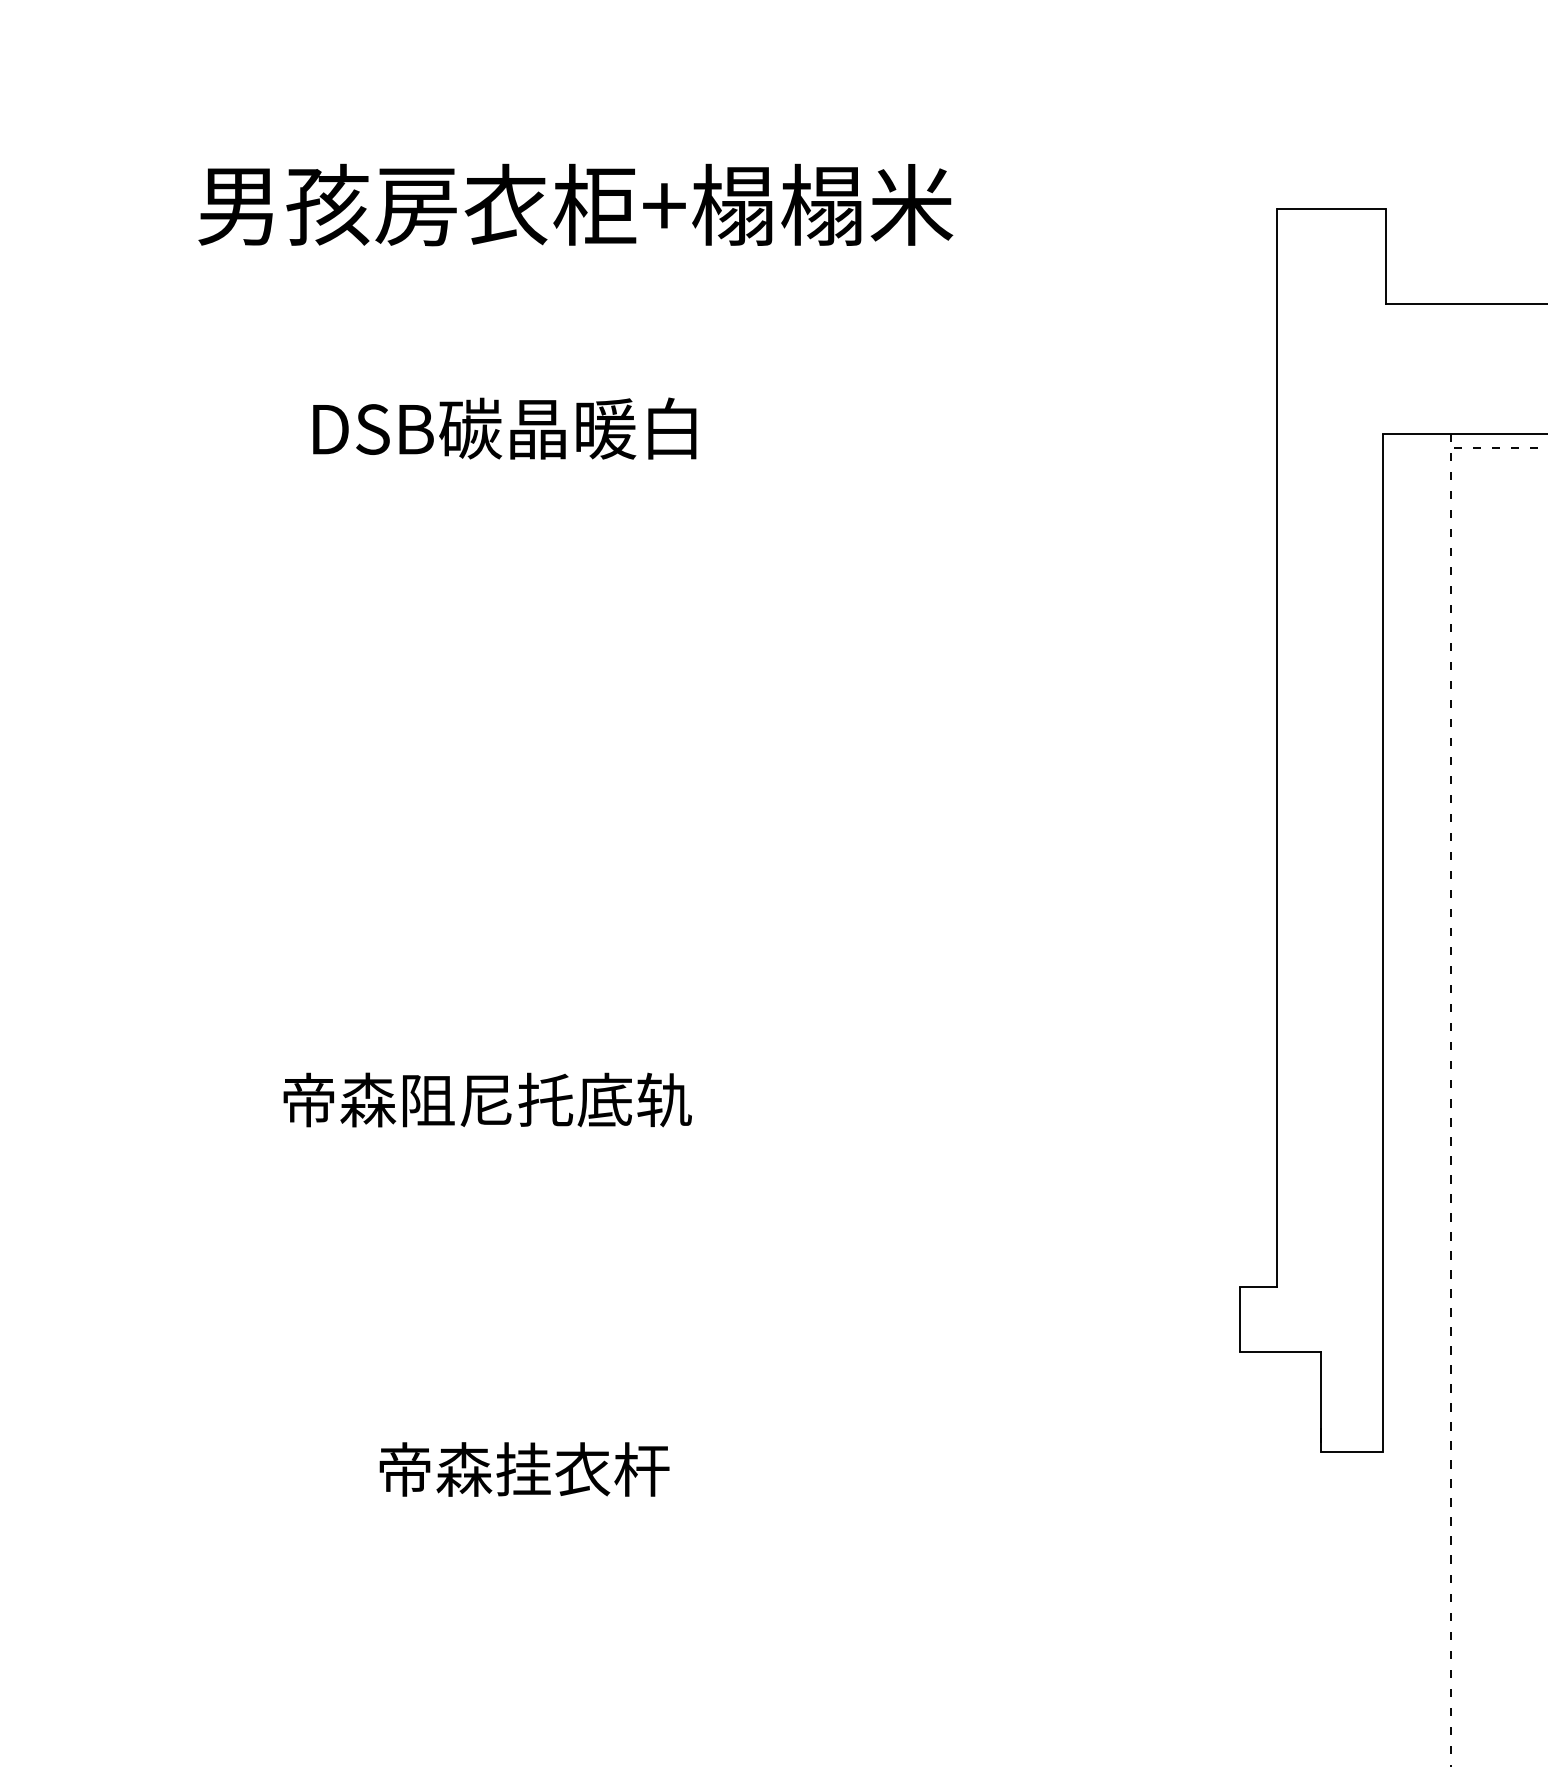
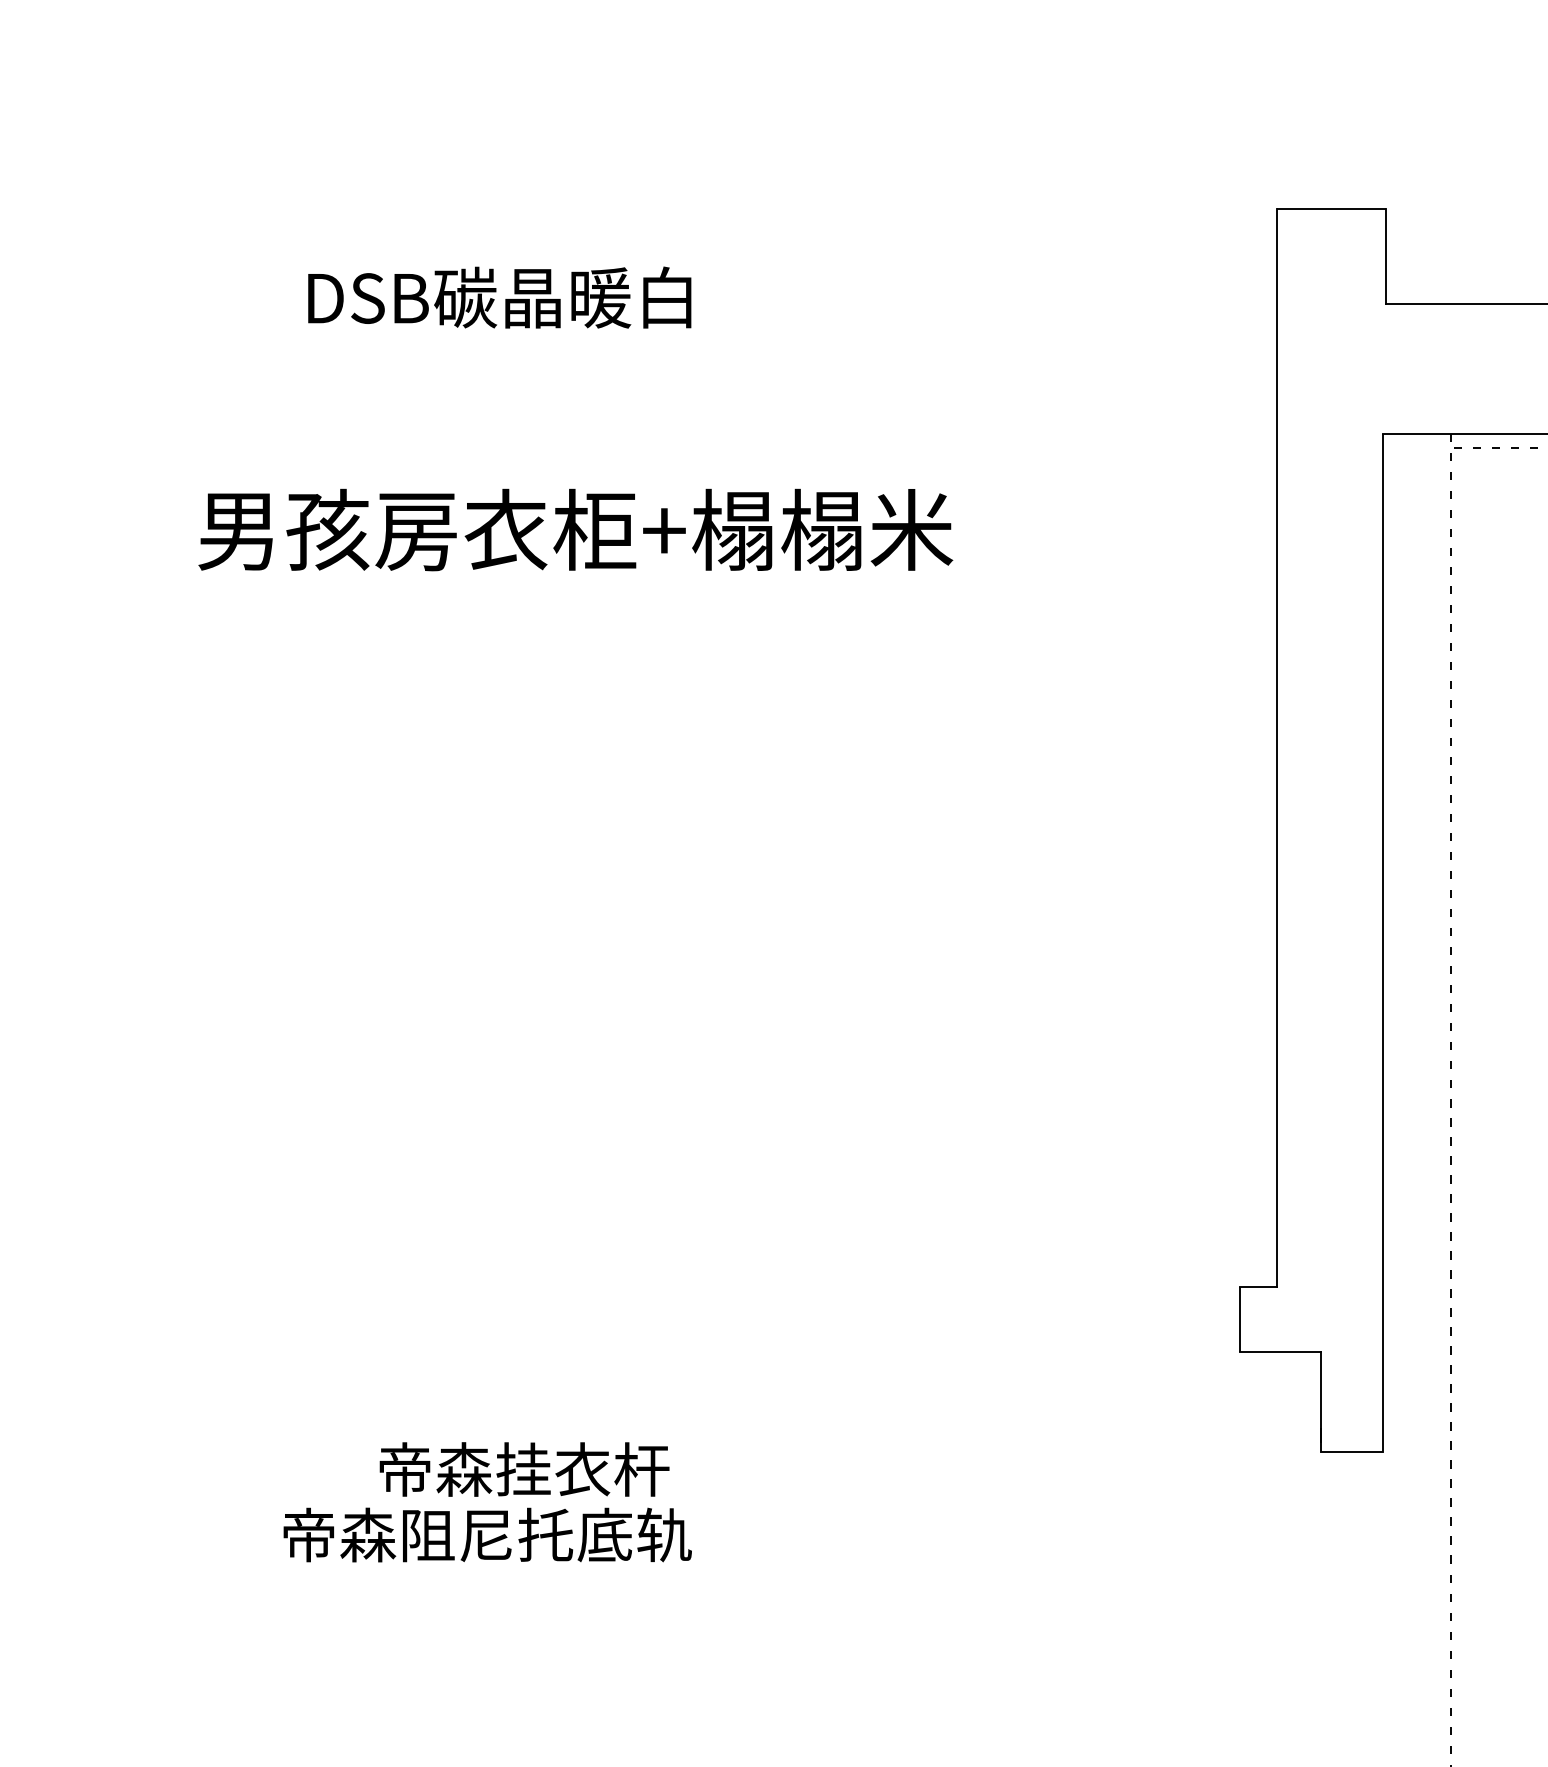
text at (575, 204) position: (575, 204) -> (575, 529)
text at (504, 428) position: (504, 428) -> (499, 297)
text at (487, 1099) position: (487, 1099) -> (487, 1534)
